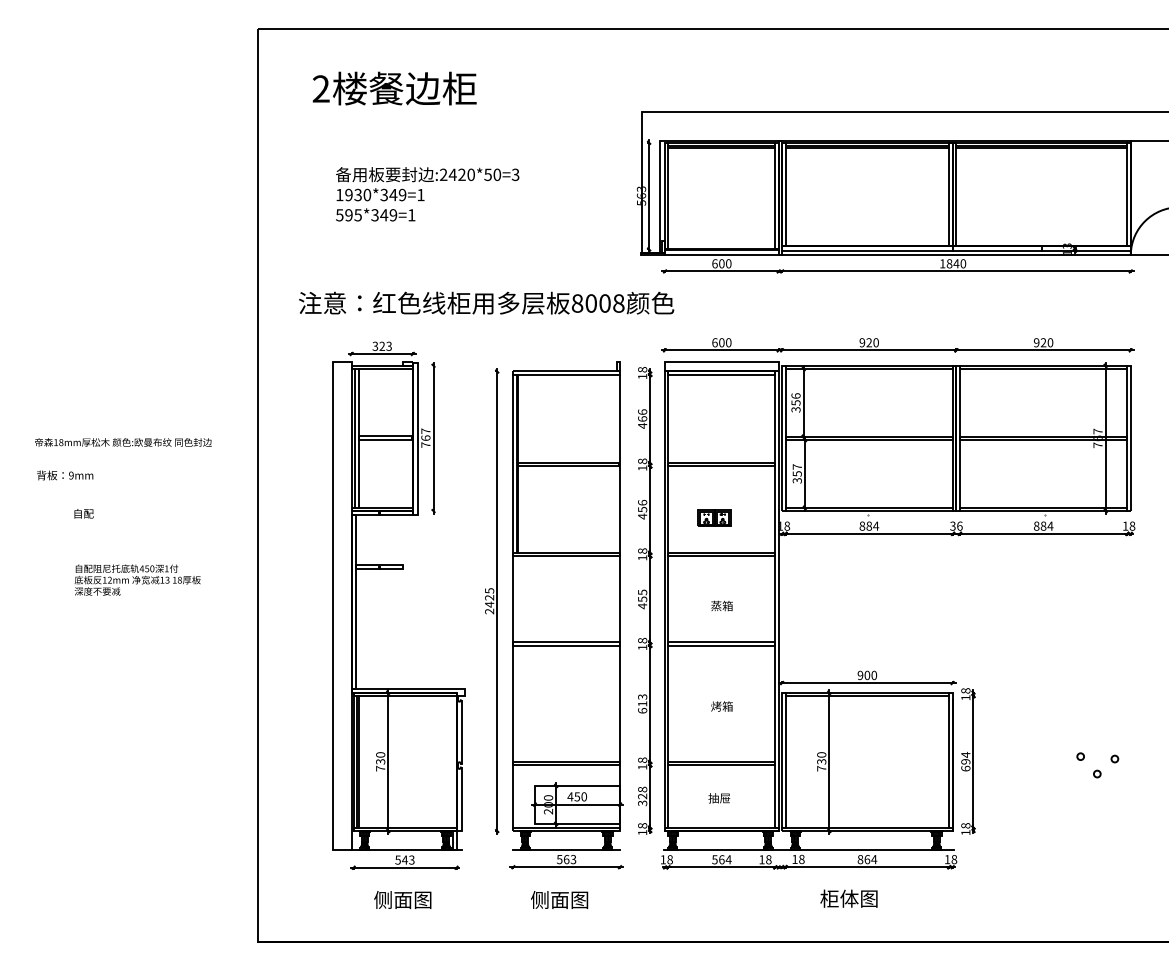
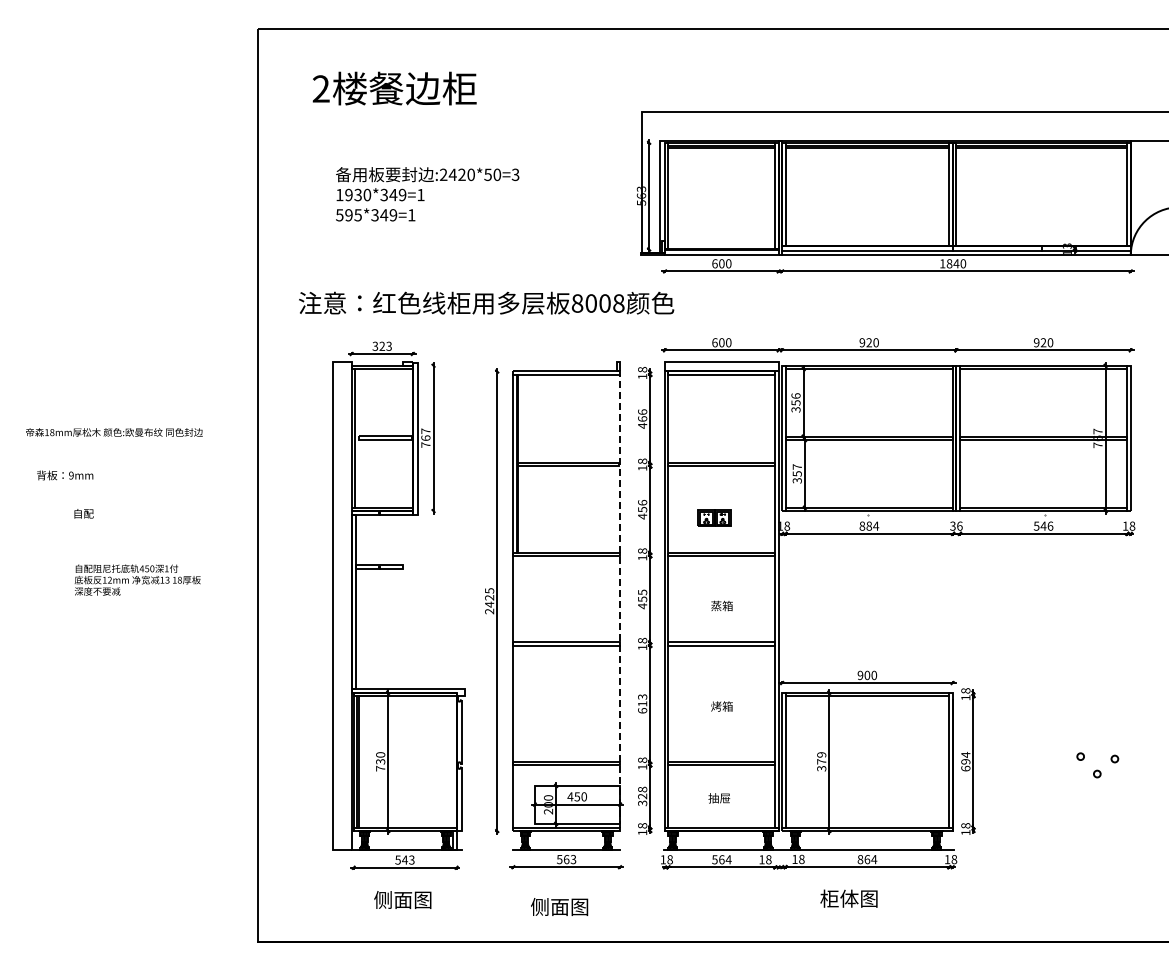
line at (358, 438): present -> none
text at (123, 442) position: (123, 442) -> (114, 432)
text at (1043, 525): 884 -> 546
line at (620, 600): solid -> dashed
text at (821, 761): 730 -> 379
text at (559, 899) position: (559, 899) -> (559, 906)
